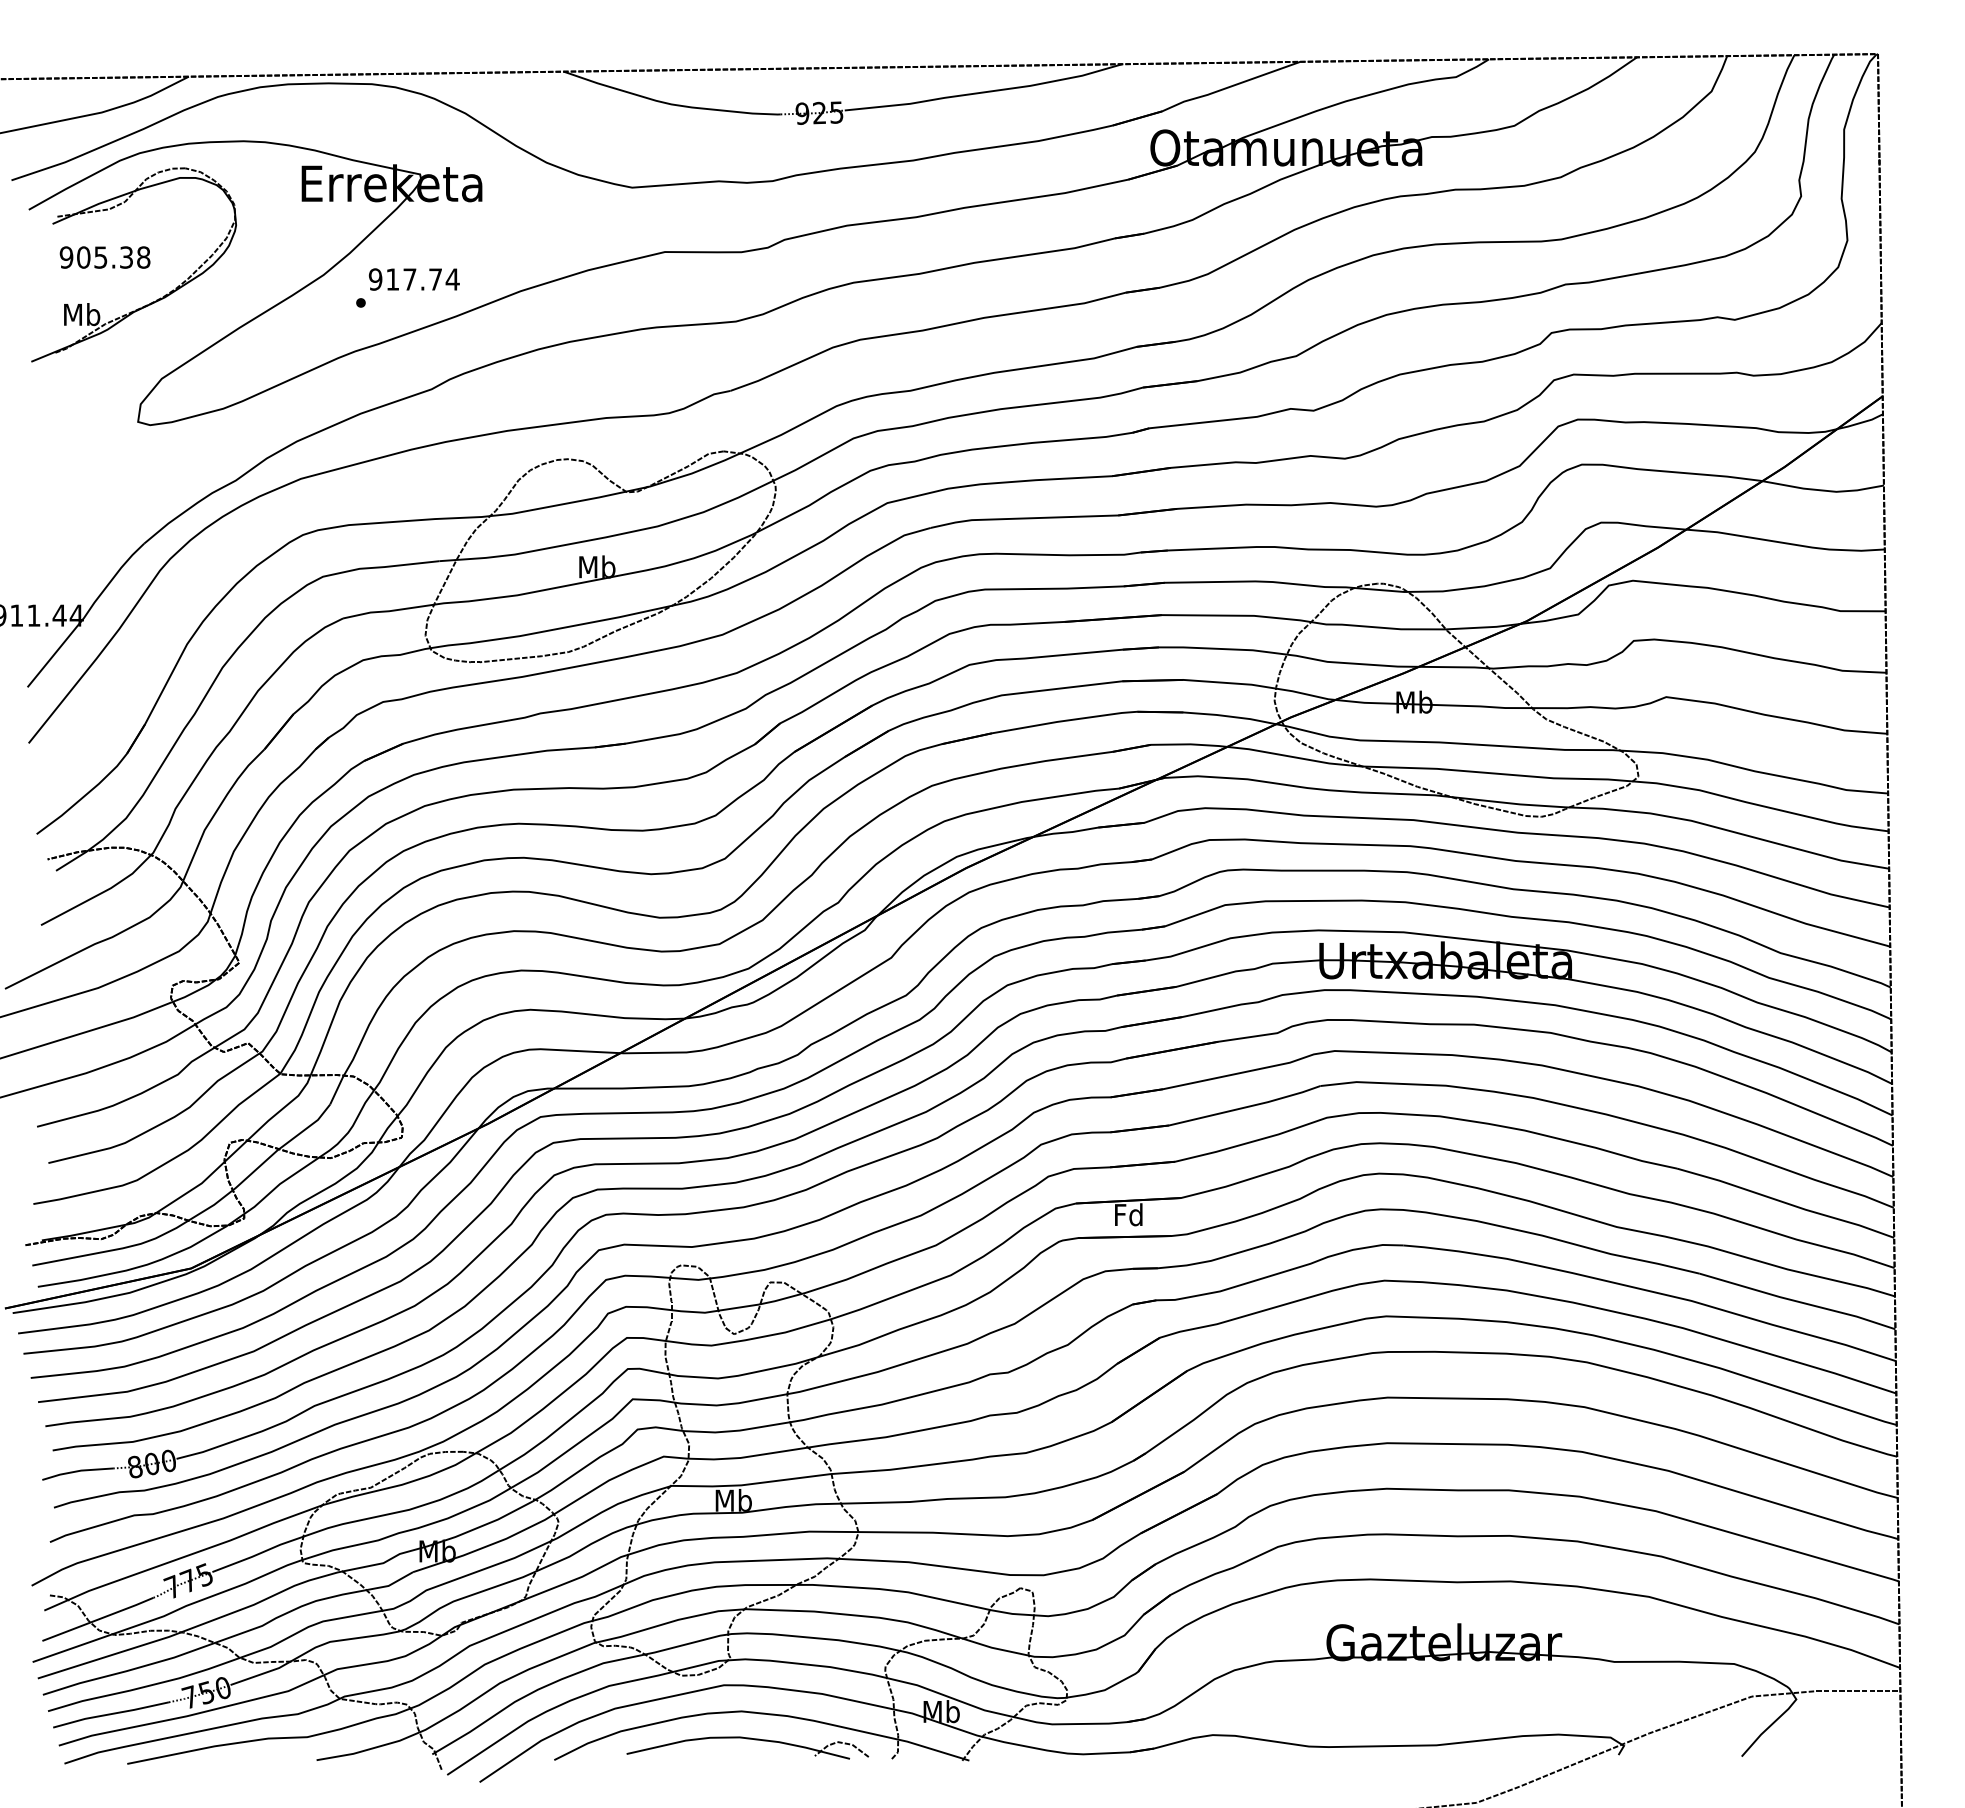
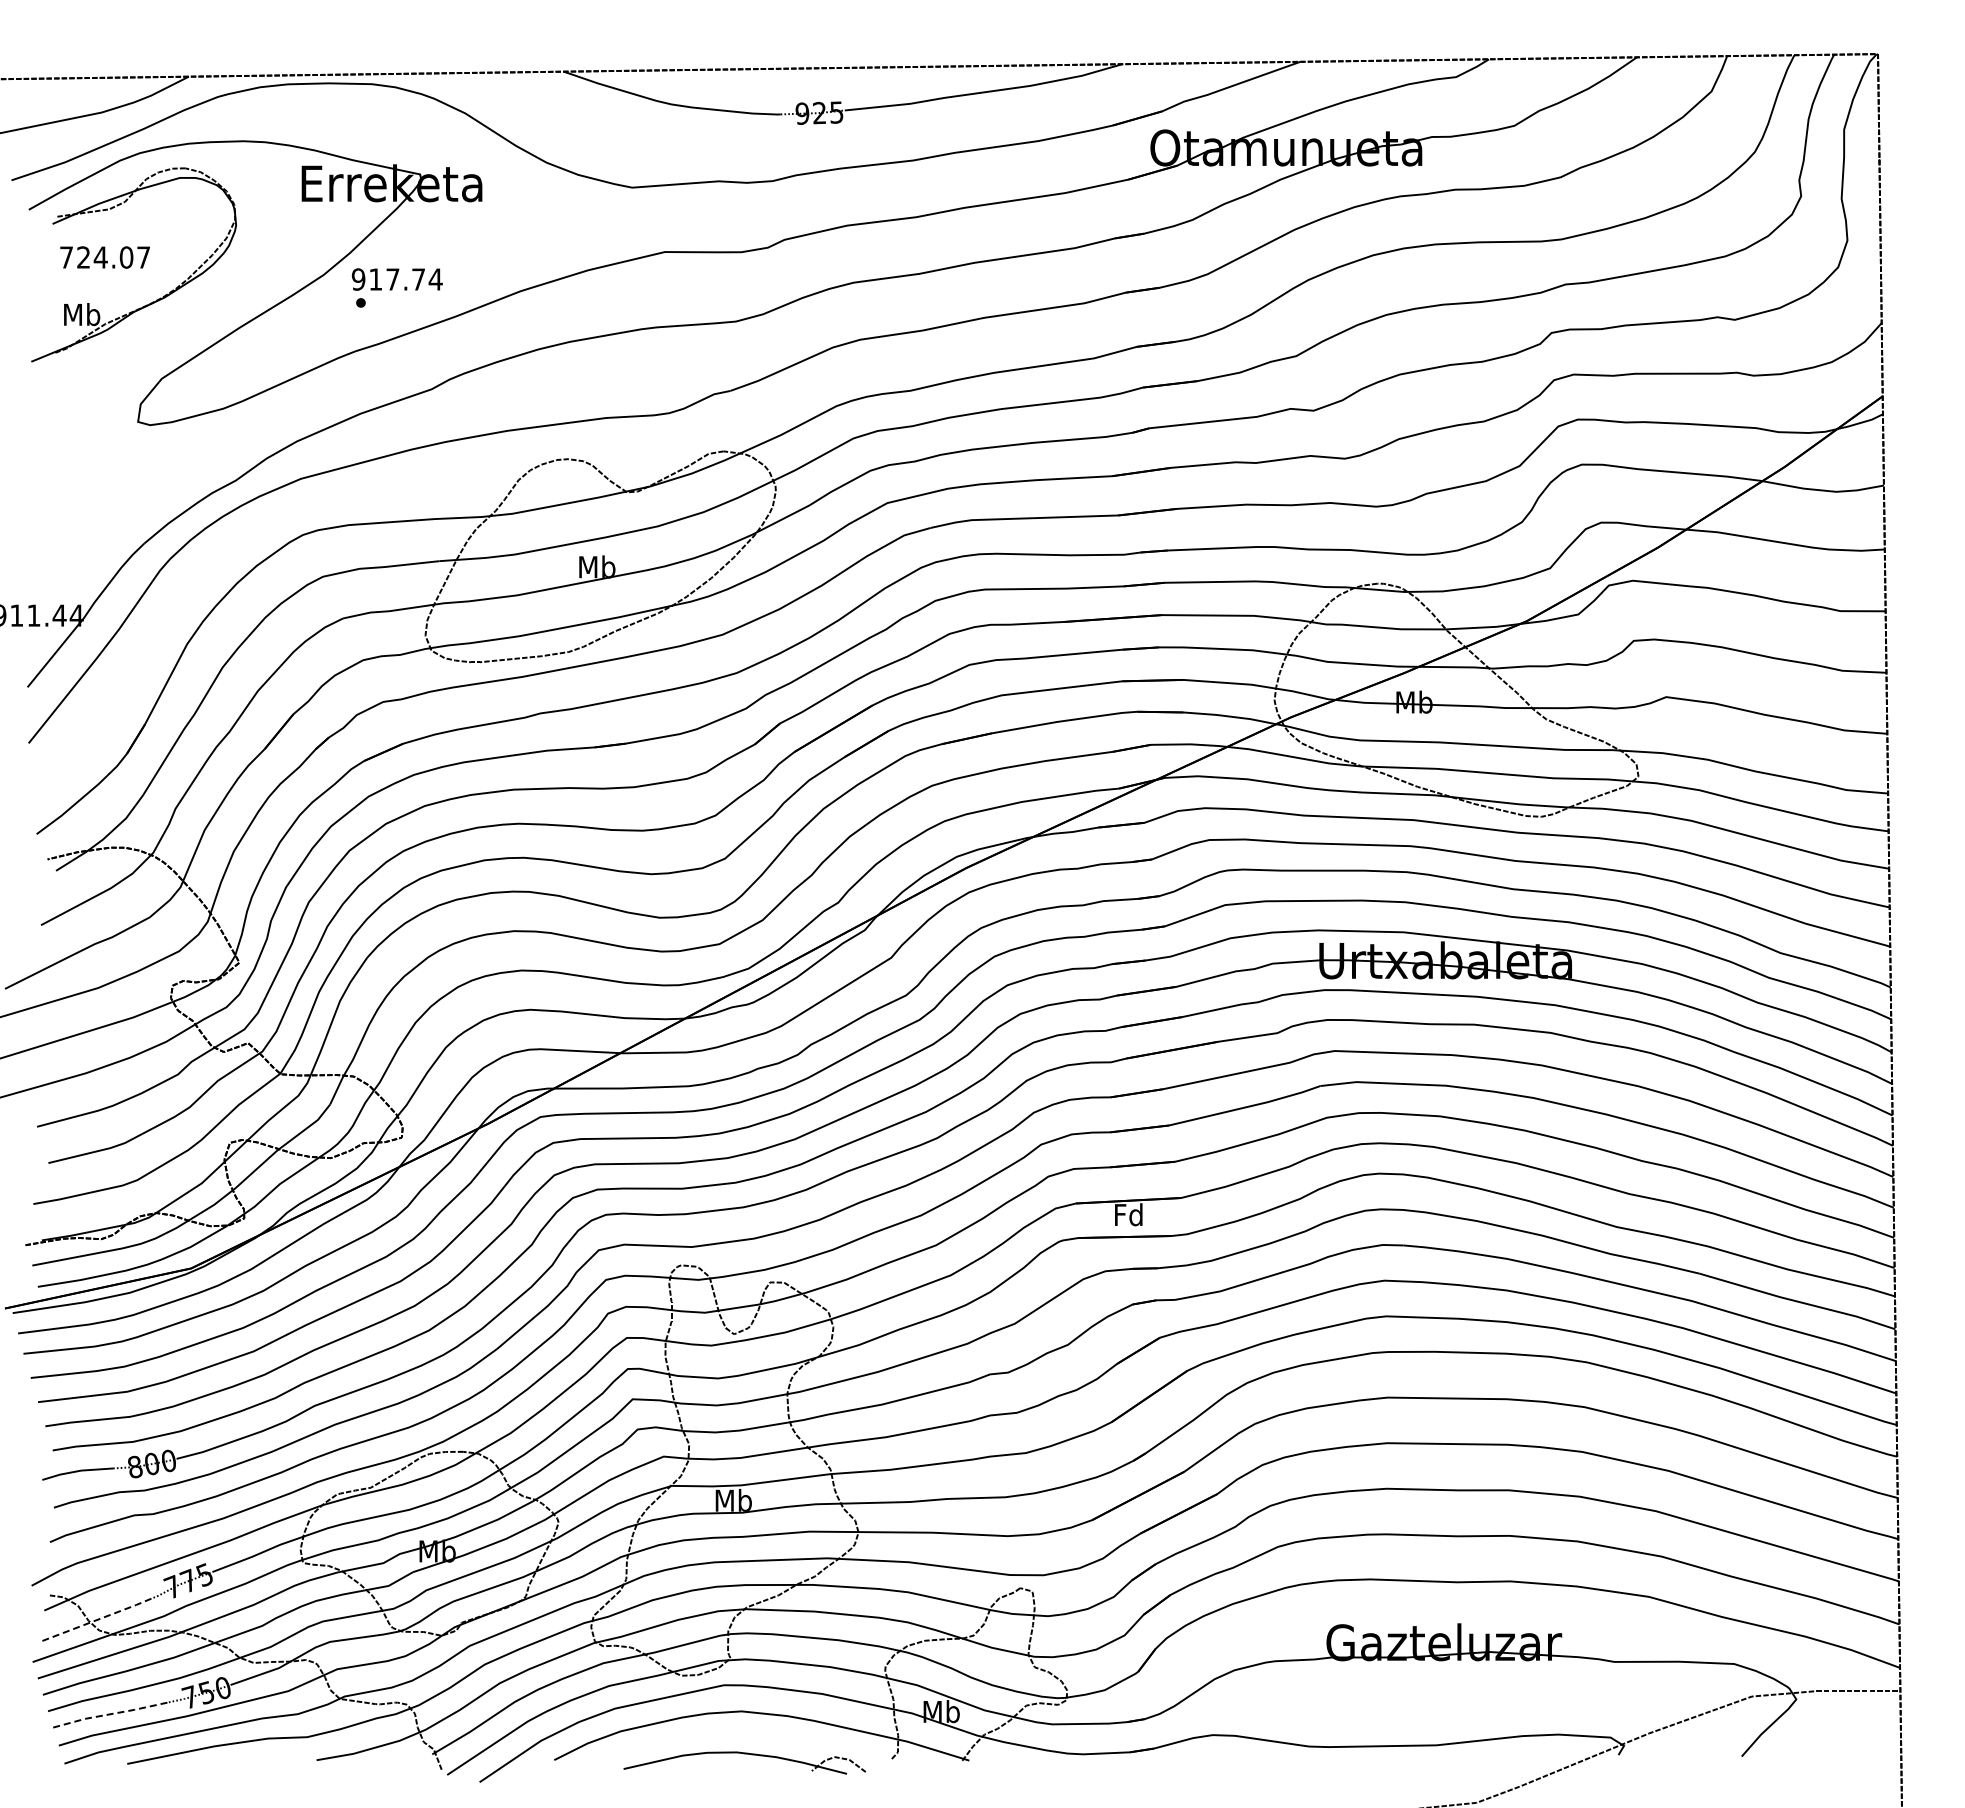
text at (104, 257): 905.38 -> 724.07
text at (413, 279) position: (413, 279) -> (396, 279)
line at (98, 1619): solid -> dashed
line at (110, 1714): solid -> dashed
part at (747, 1739) position: (747, 1739) -> (744, 1754)
